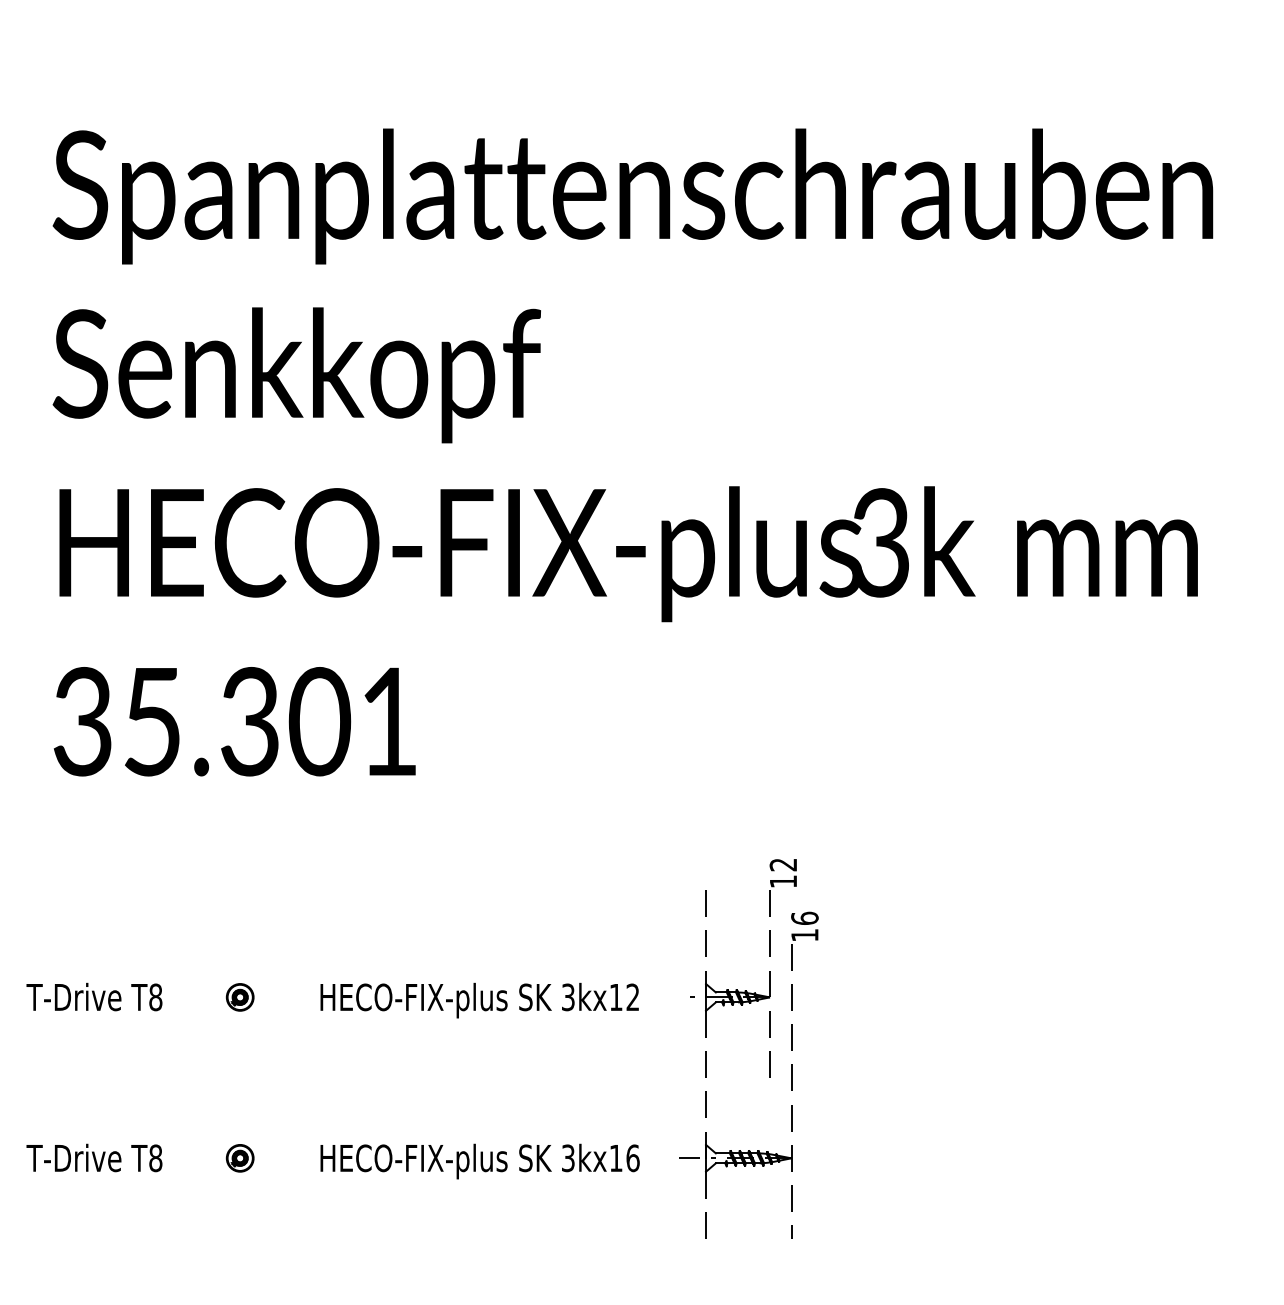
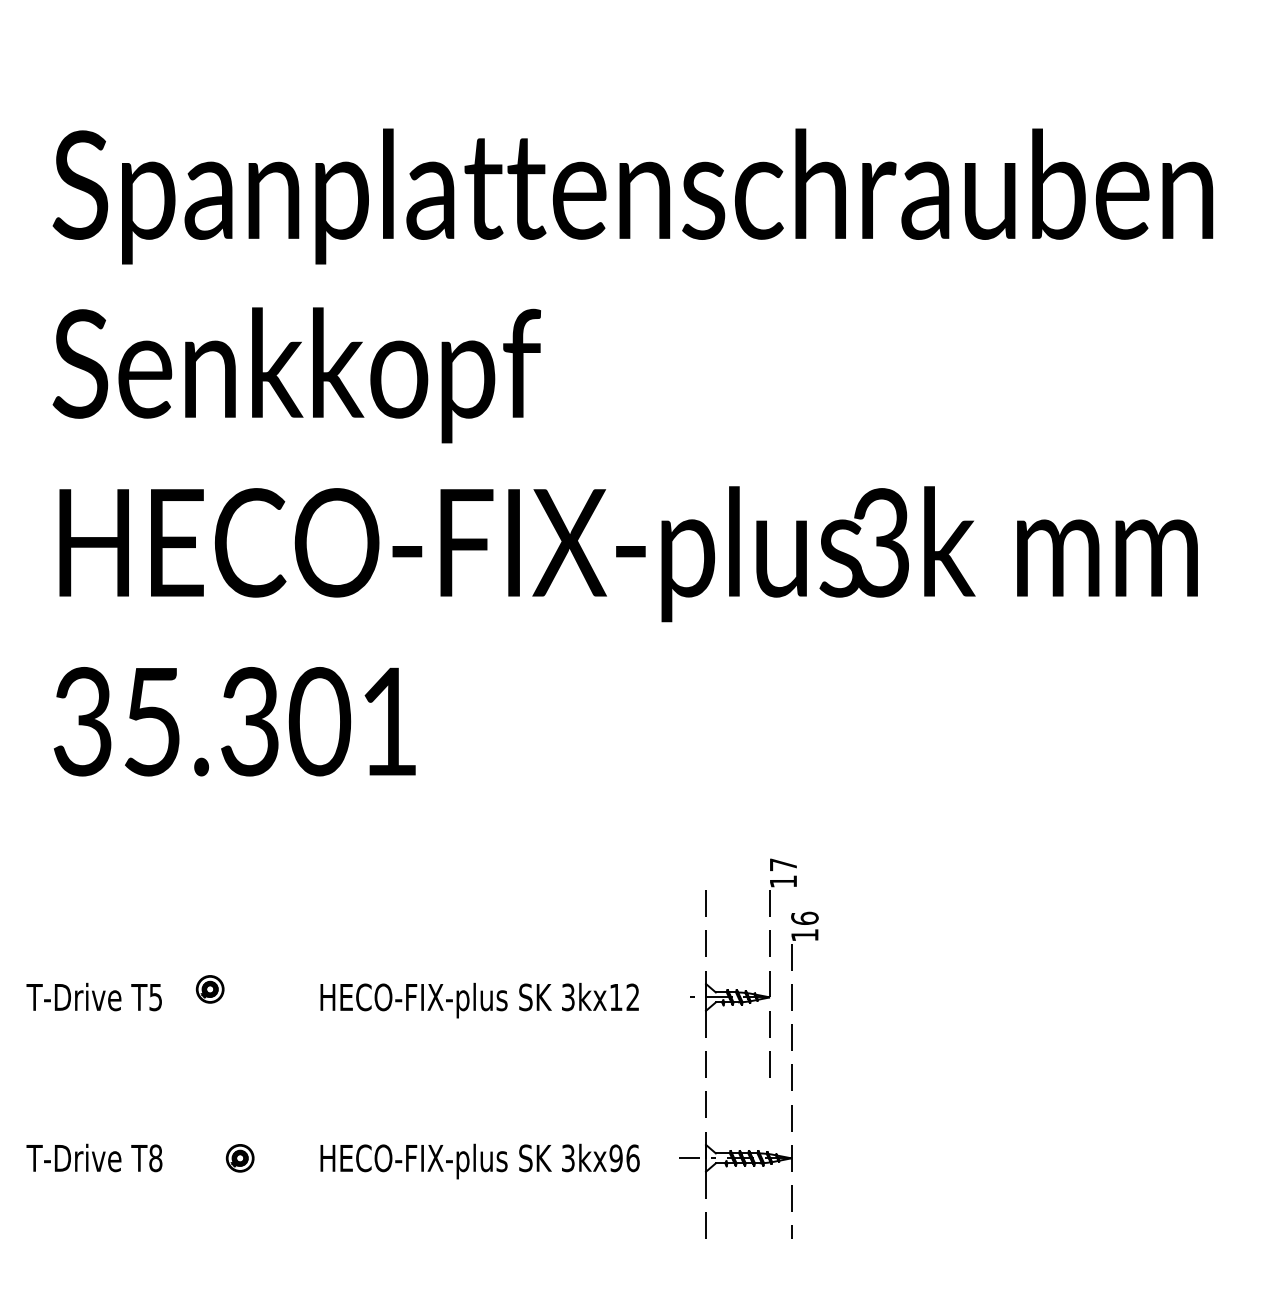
text at (782, 864): 12 -> 17
text at (155, 997): T8 -> T5
part at (239, 997) position: (239, 997) -> (209, 989)
text at (615, 1158): 3kx16 -> 3kx96
